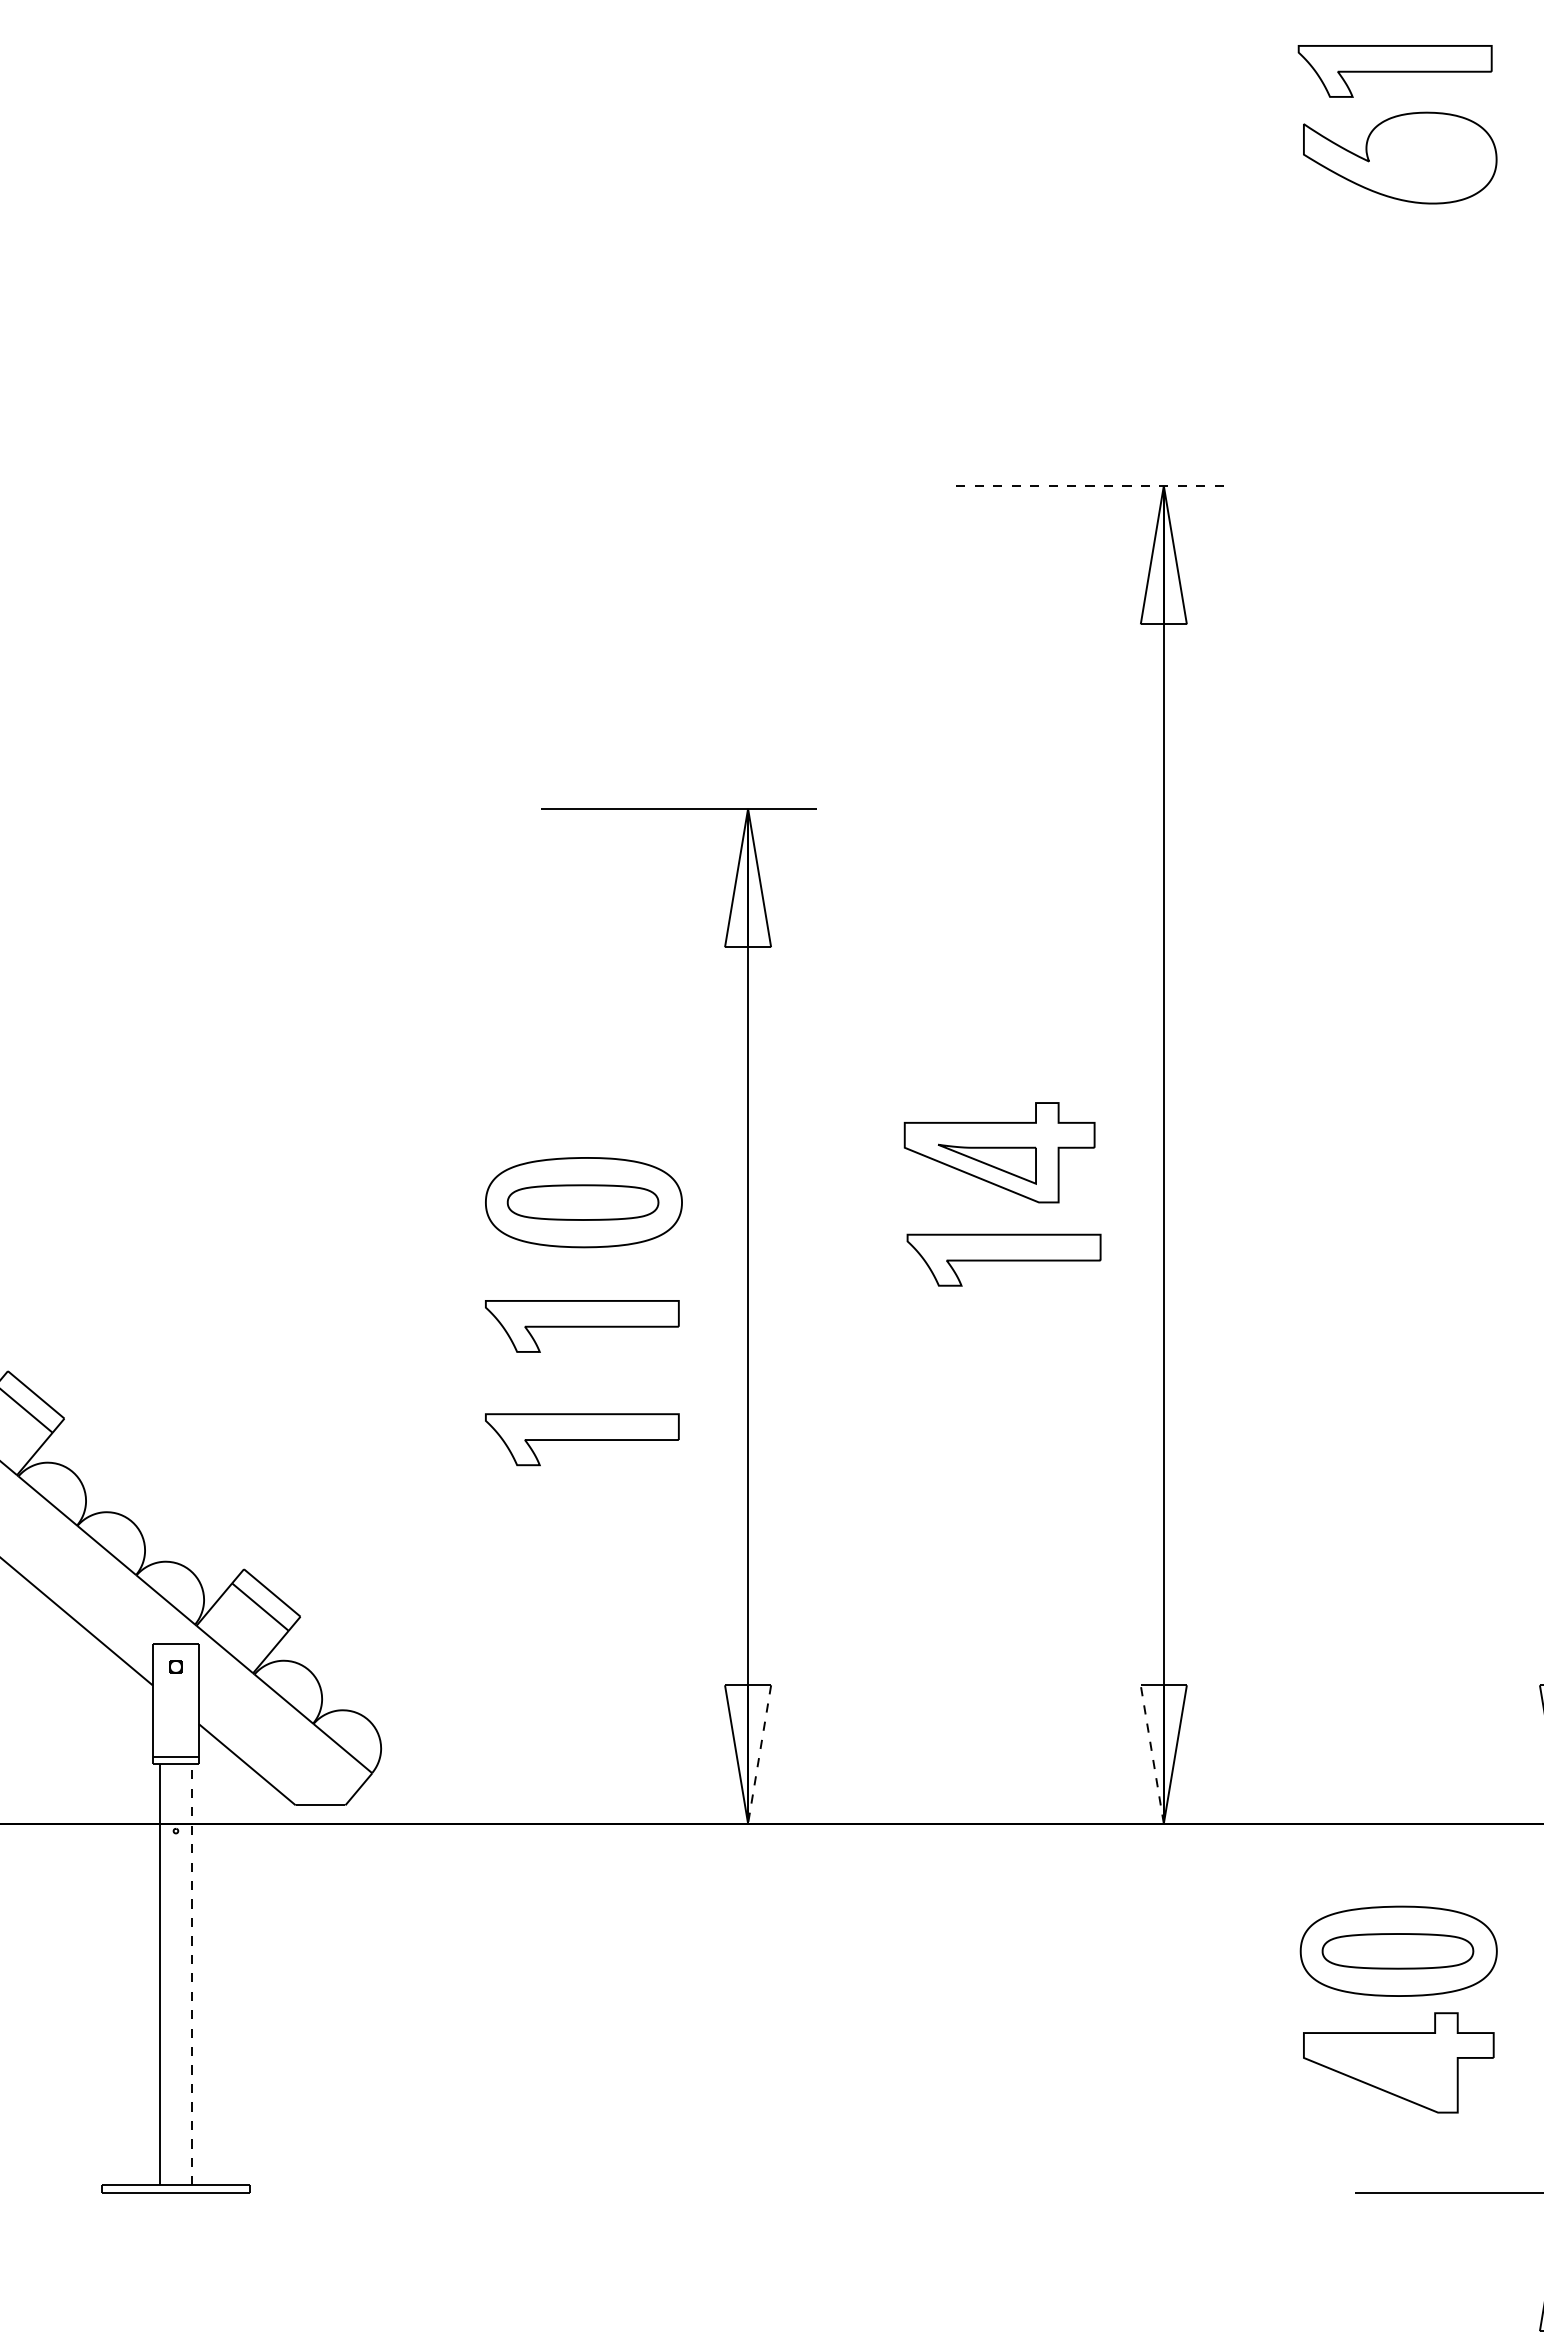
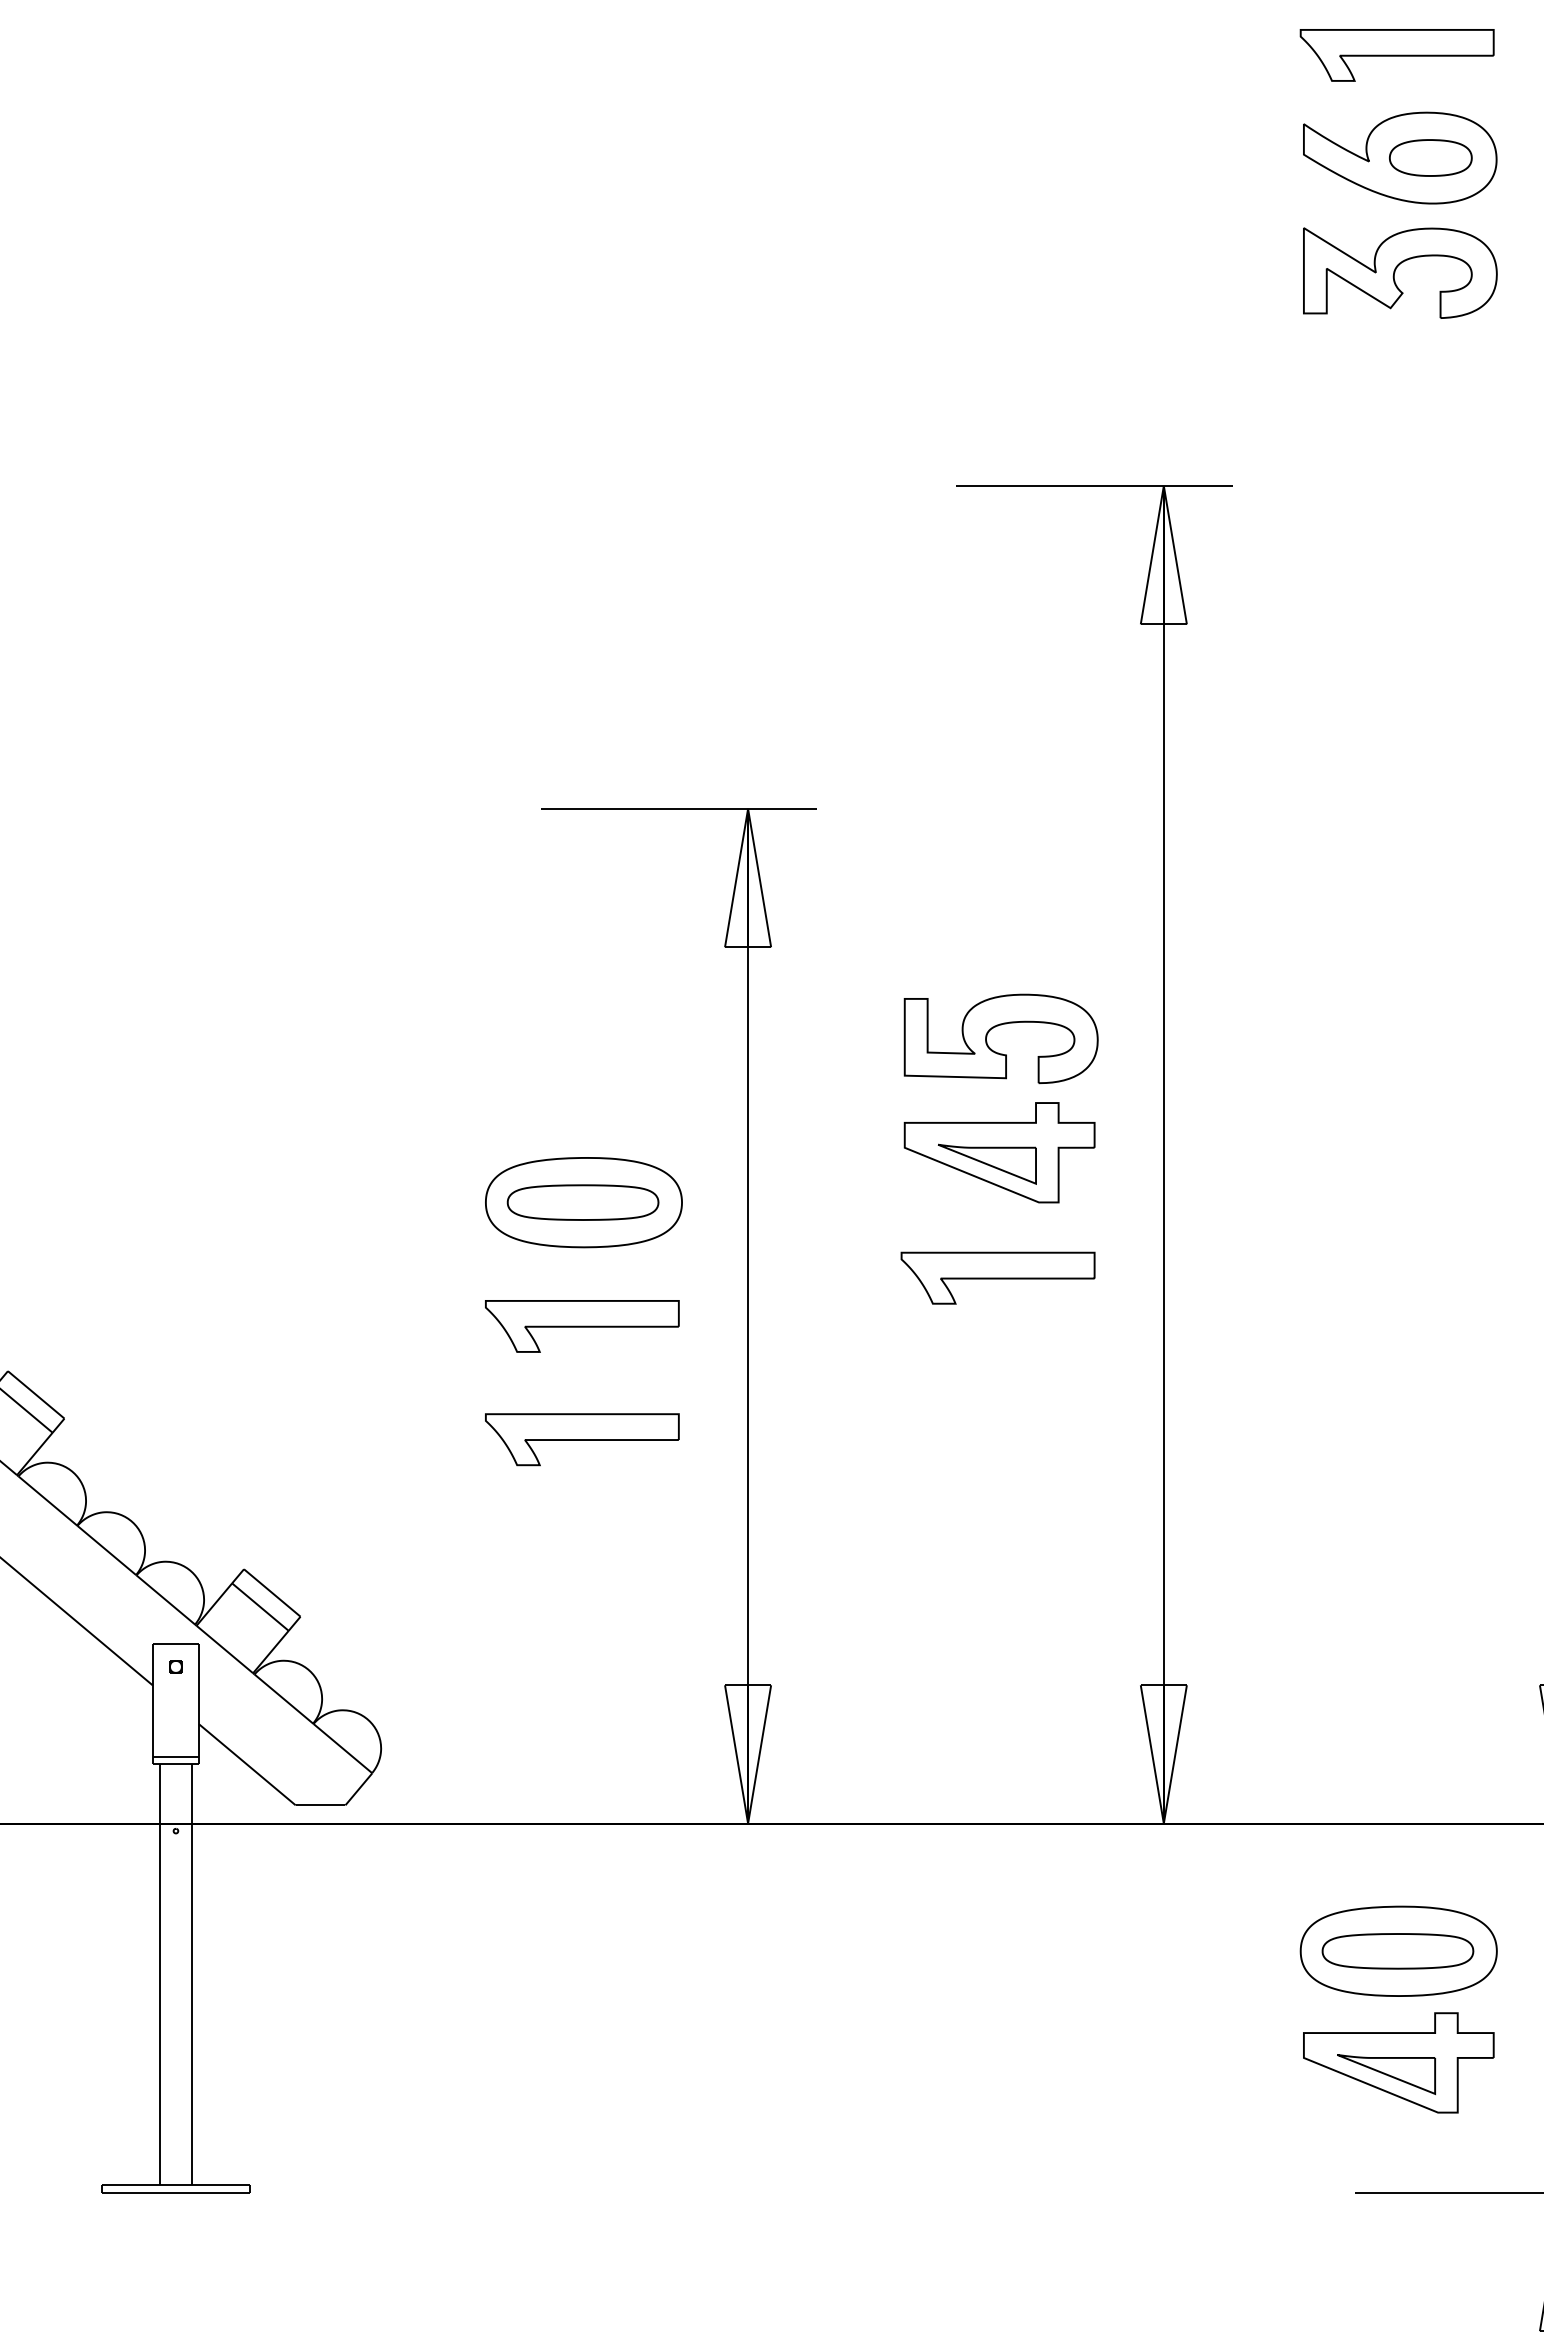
part at (1394, 71) position: (1394, 71) -> (1396, 55)
part at (1430, 157): none -> present
part at (1400, 272): none -> present
line at (1095, 485): dashed -> solid
part at (992, 1029): none -> present
part at (1003, 1259) position: (1003, 1259) -> (997, 1277)
line at (1152, 1753): dashed -> solid
line at (759, 1754): dashed -> solid
line at (192, 1974): dashed -> solid
part at (1386, 2074): none -> present
